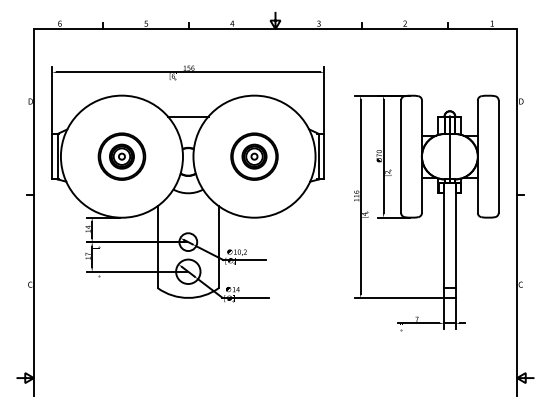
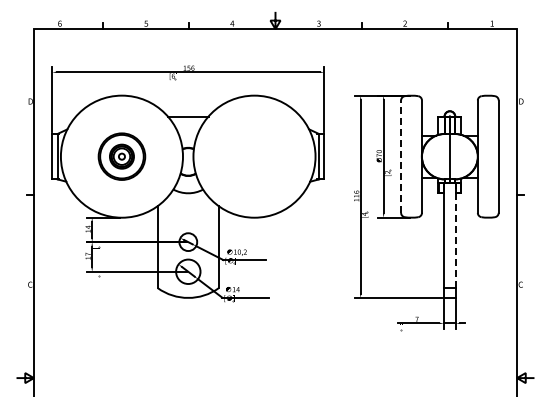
part at (254, 156): present -> none
line at (401, 156): solid -> dashed
line at (456, 235): solid -> dashed
